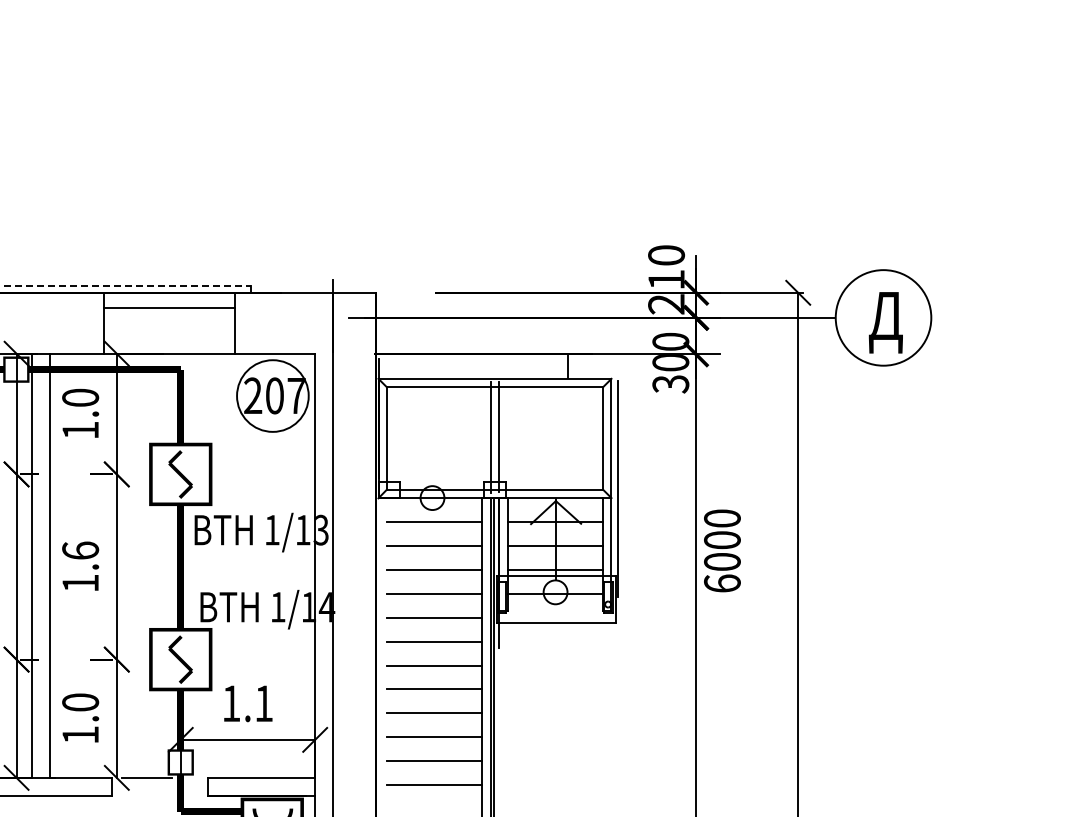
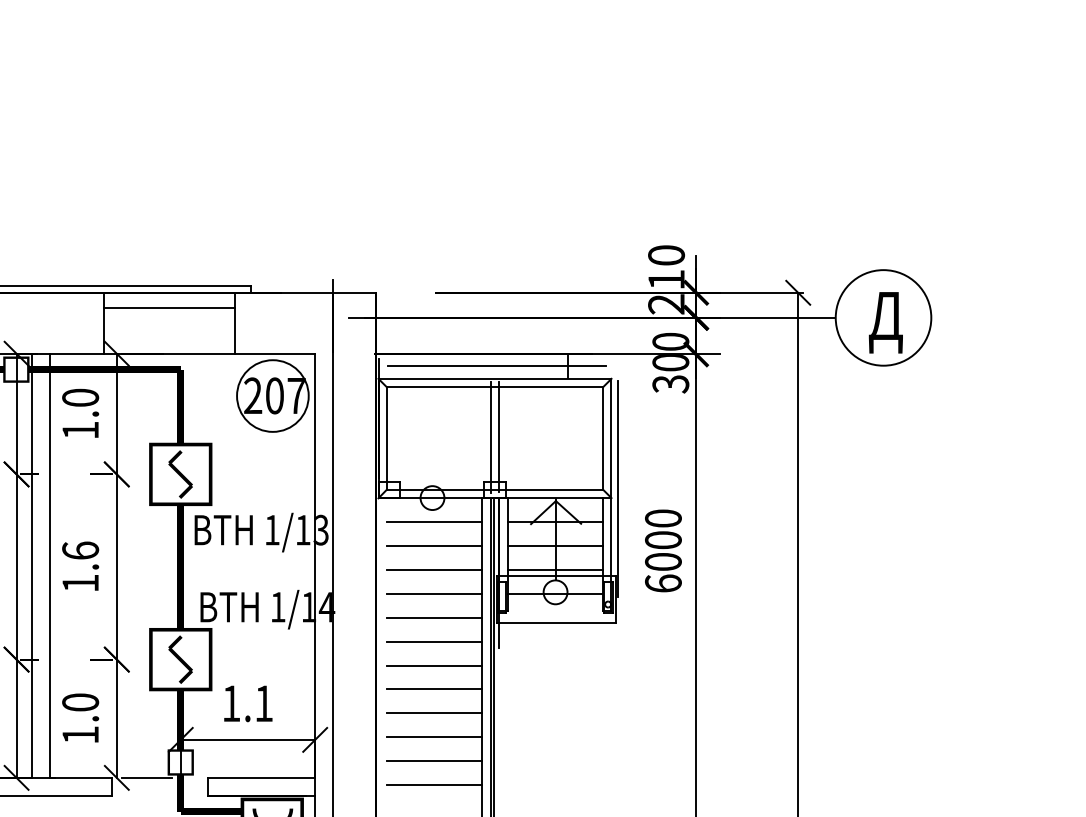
line at (125, 285): dashed -> solid
line at (496, 365): none -> present
text at (722, 550) position: (722, 550) -> (663, 550)
